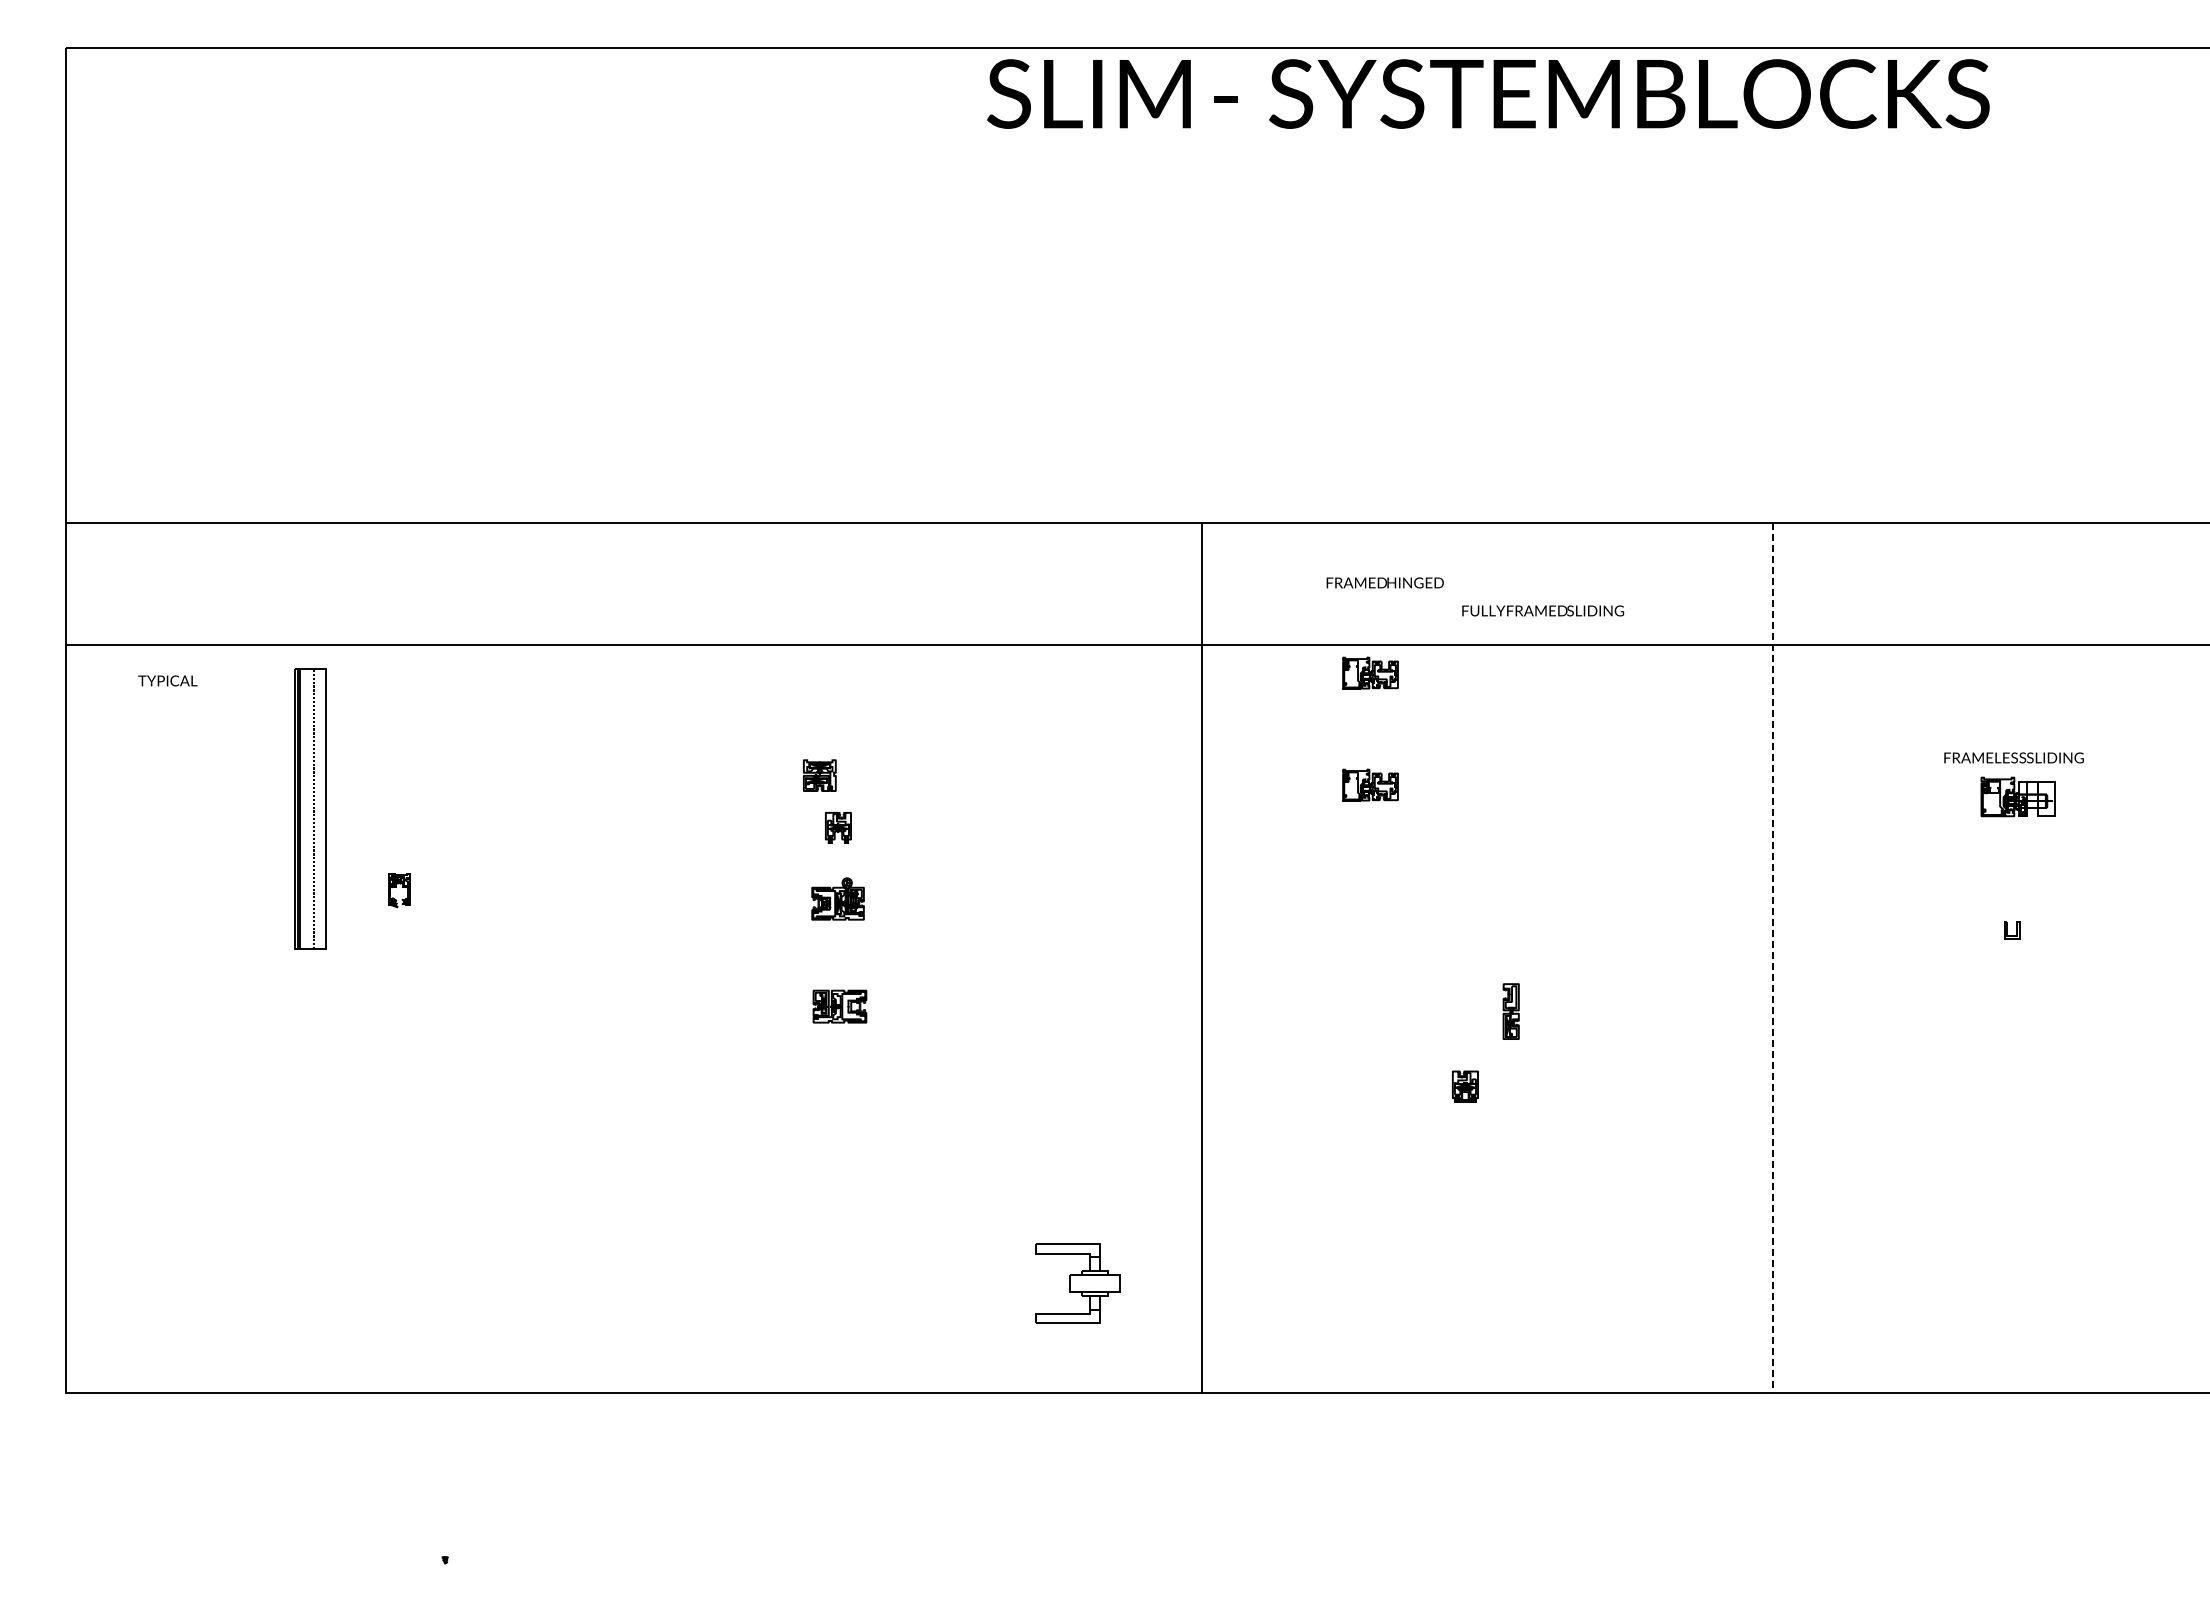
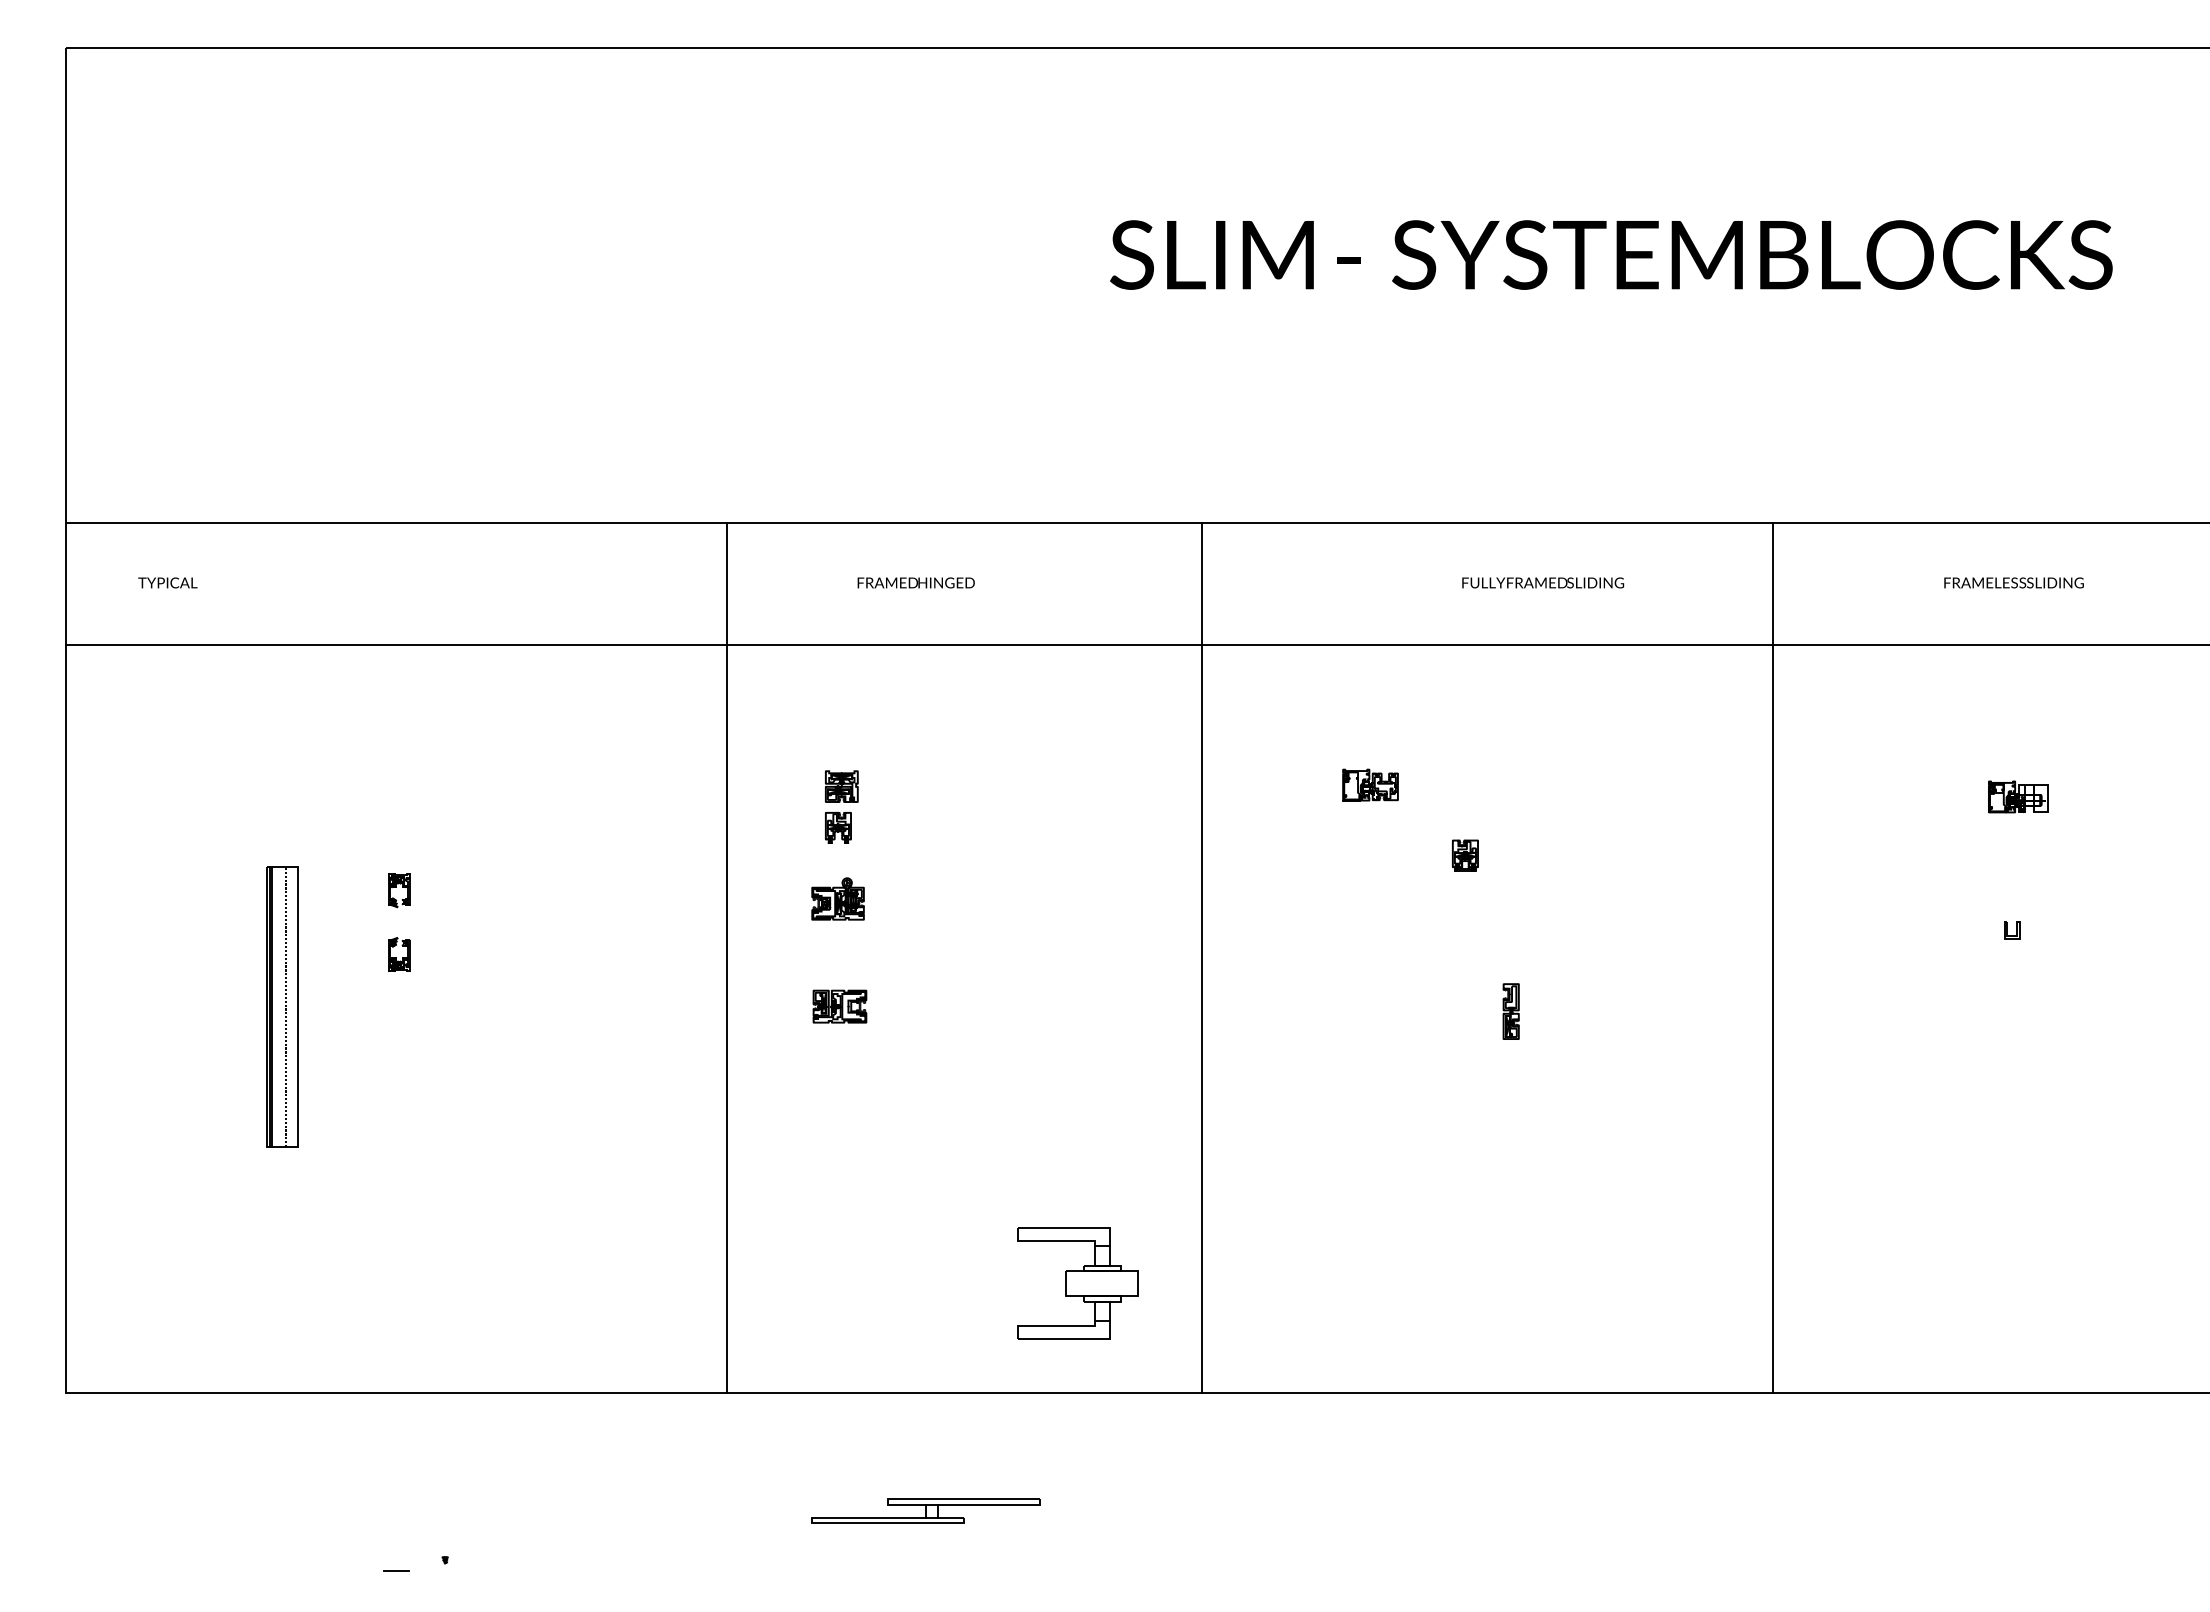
text at (1488, 93) position: (1488, 93) -> (1611, 254)
text at (1384, 582) position: (1384, 582) -> (915, 582)
text at (1543, 610) position: (1543, 610) -> (1543, 582)
part at (1370, 672): present -> none
text at (167, 680) position: (167, 680) -> (167, 582)
text at (2013, 757) position: (2013, 757) -> (2013, 582)
part at (819, 775) position: (819, 775) -> (841, 786)
part at (2017, 796) size: 76x42 px -> 61x34 px
part at (310, 808) position: (310, 808) -> (282, 1006)
part at (399, 954): none -> present
line at (726, 957): none -> present
line at (1773, 957): dashed -> solid
part at (1465, 1086) position: (1465, 1086) -> (1465, 855)
part at (1077, 1283) size: 86x81 px -> 122x113 px
part at (925, 1510): none -> present
line at (396, 1570): none -> present
